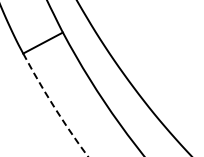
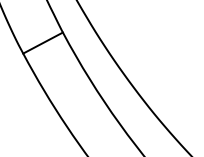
arc at (54, 107): dashed -> solid
